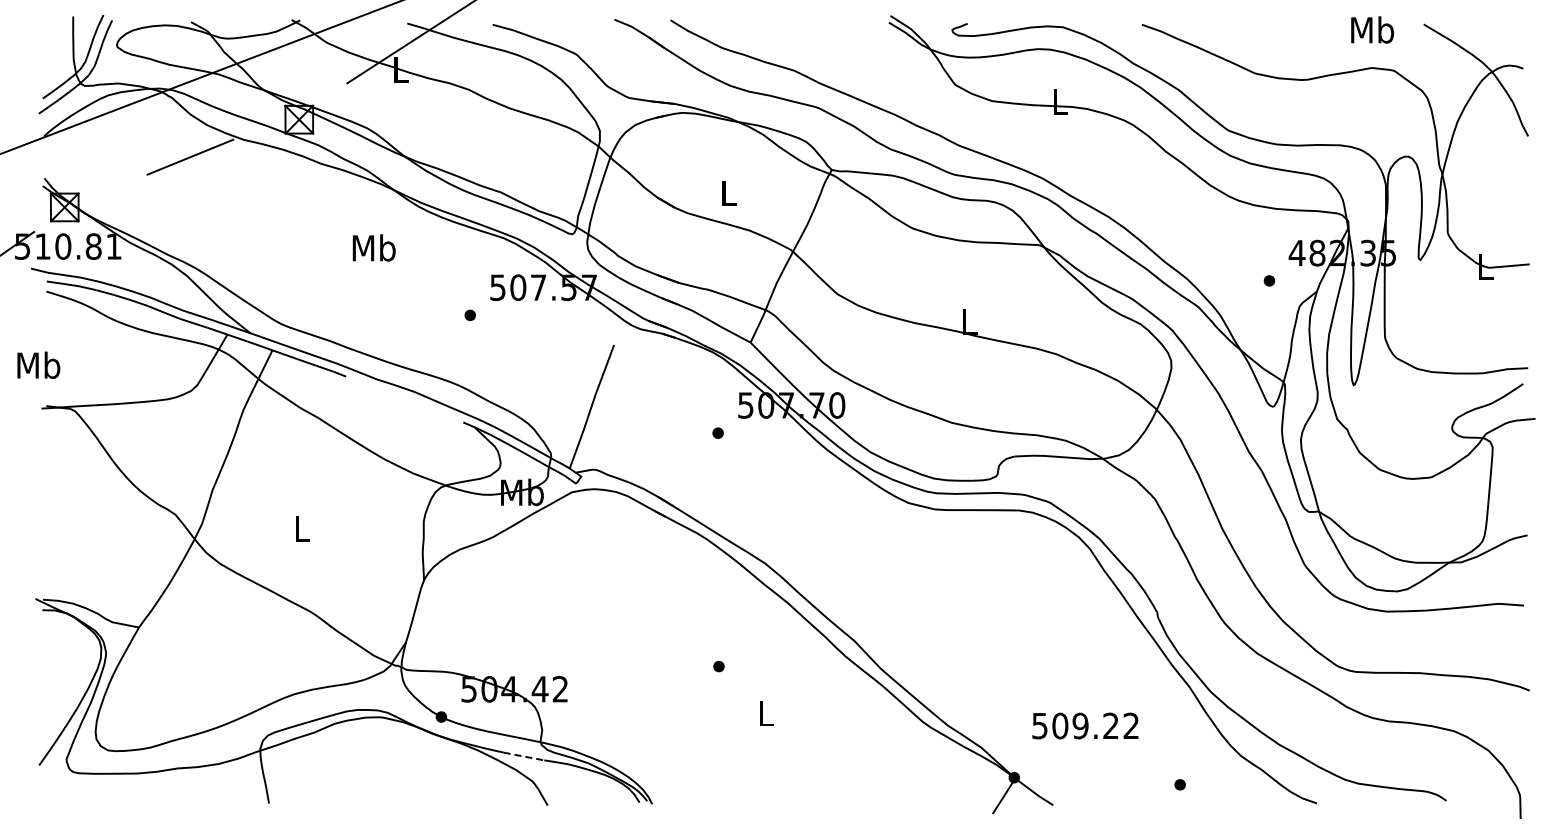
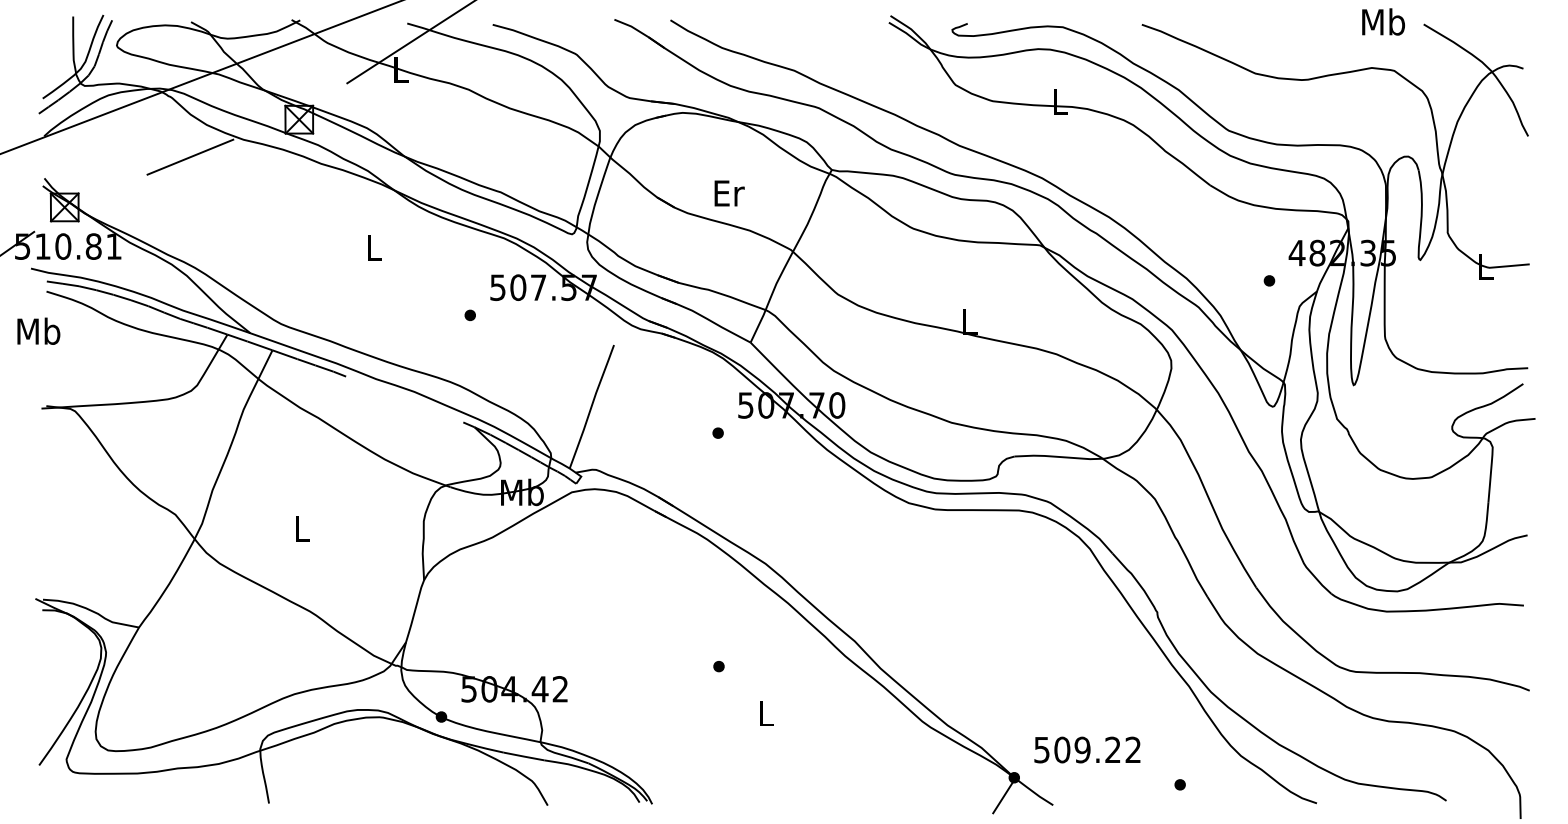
text at (1372, 29) position: (1372, 29) -> (1383, 21)
text at (729, 193): L -> Er
text at (373, 247): Mb -> L
text at (38, 364) position: (38, 364) -> (38, 330)
text at (1085, 725) position: (1085, 725) -> (1087, 749)
line at (524, 756): dashed -> solid
